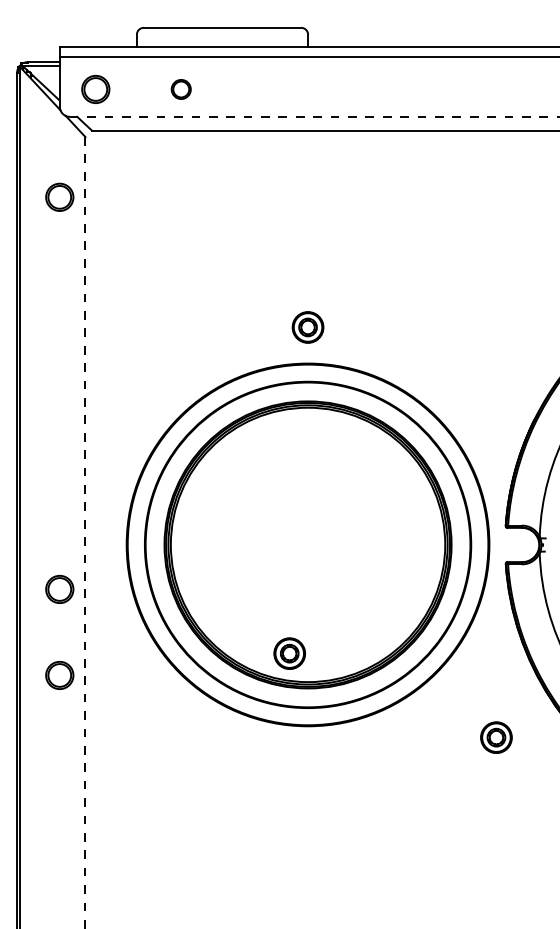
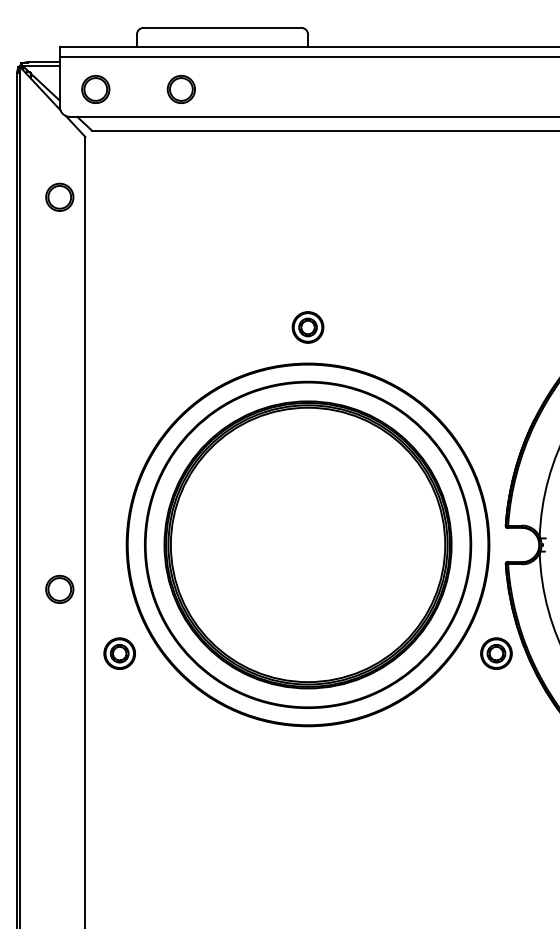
part at (180, 89) size: 22x21 px -> 30x29 px
line at (314, 116): dashed -> solid
line at (85, 532): dashed -> solid
part at (289, 653) position: (289, 653) -> (119, 653)
part at (59, 674): present -> none
part at (496, 737) position: (496, 737) -> (496, 653)
